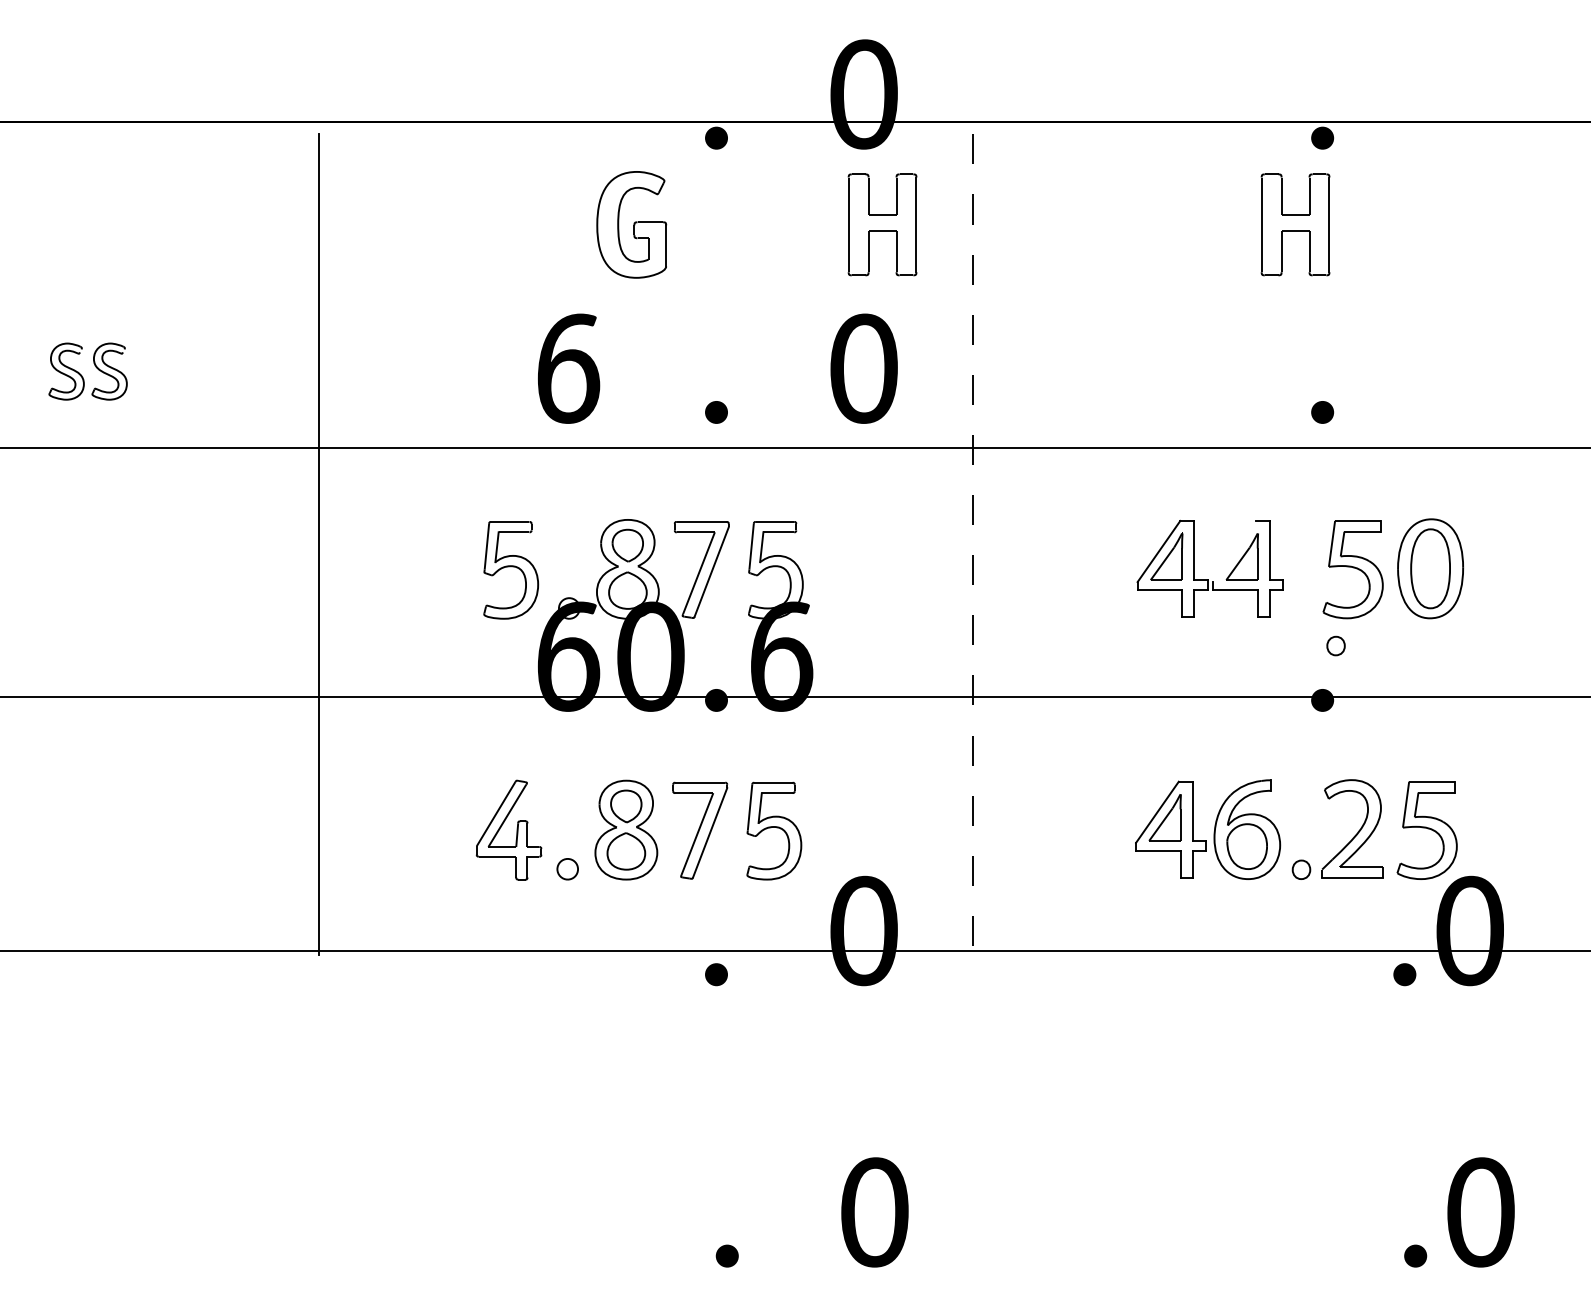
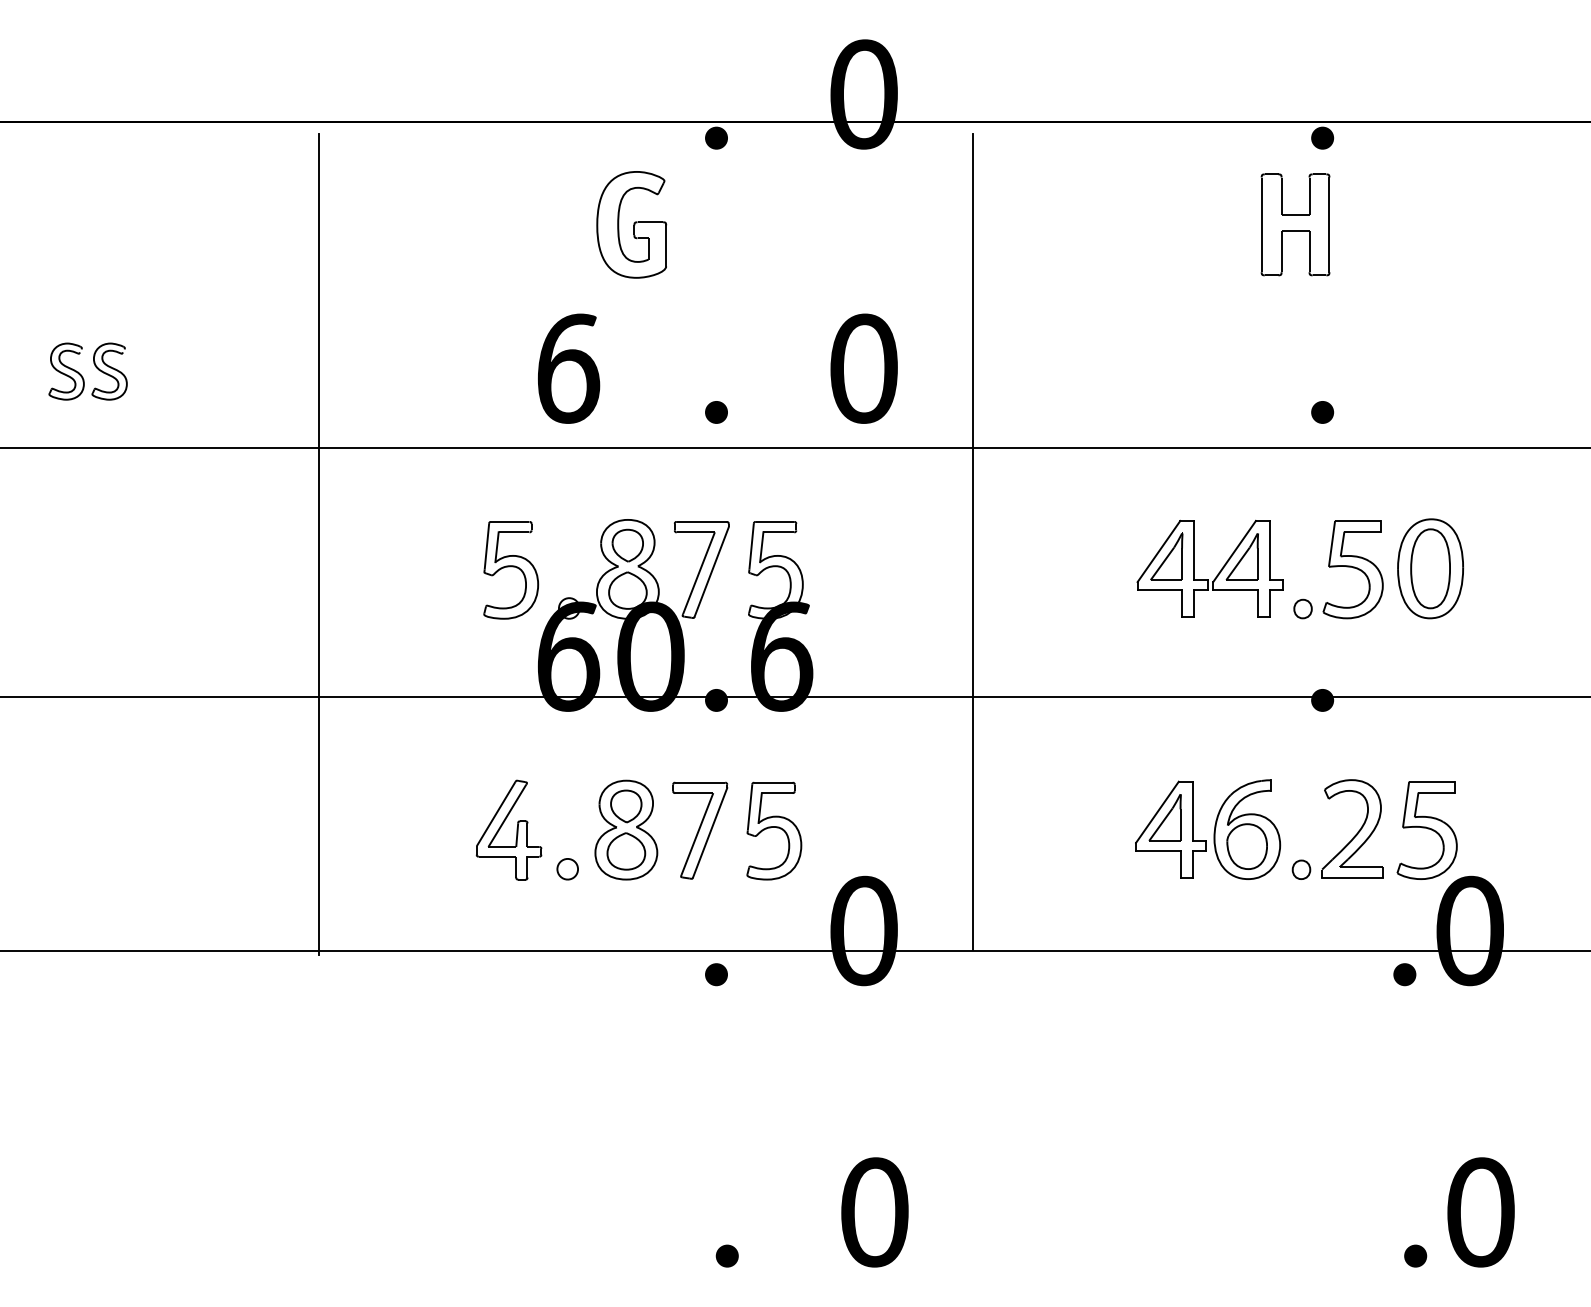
part at (882, 224): present -> none
line at (972, 541): dashed -> solid
line at (1234, 551): none -> present
part at (1335, 645) position: (1335, 645) -> (1302, 608)
